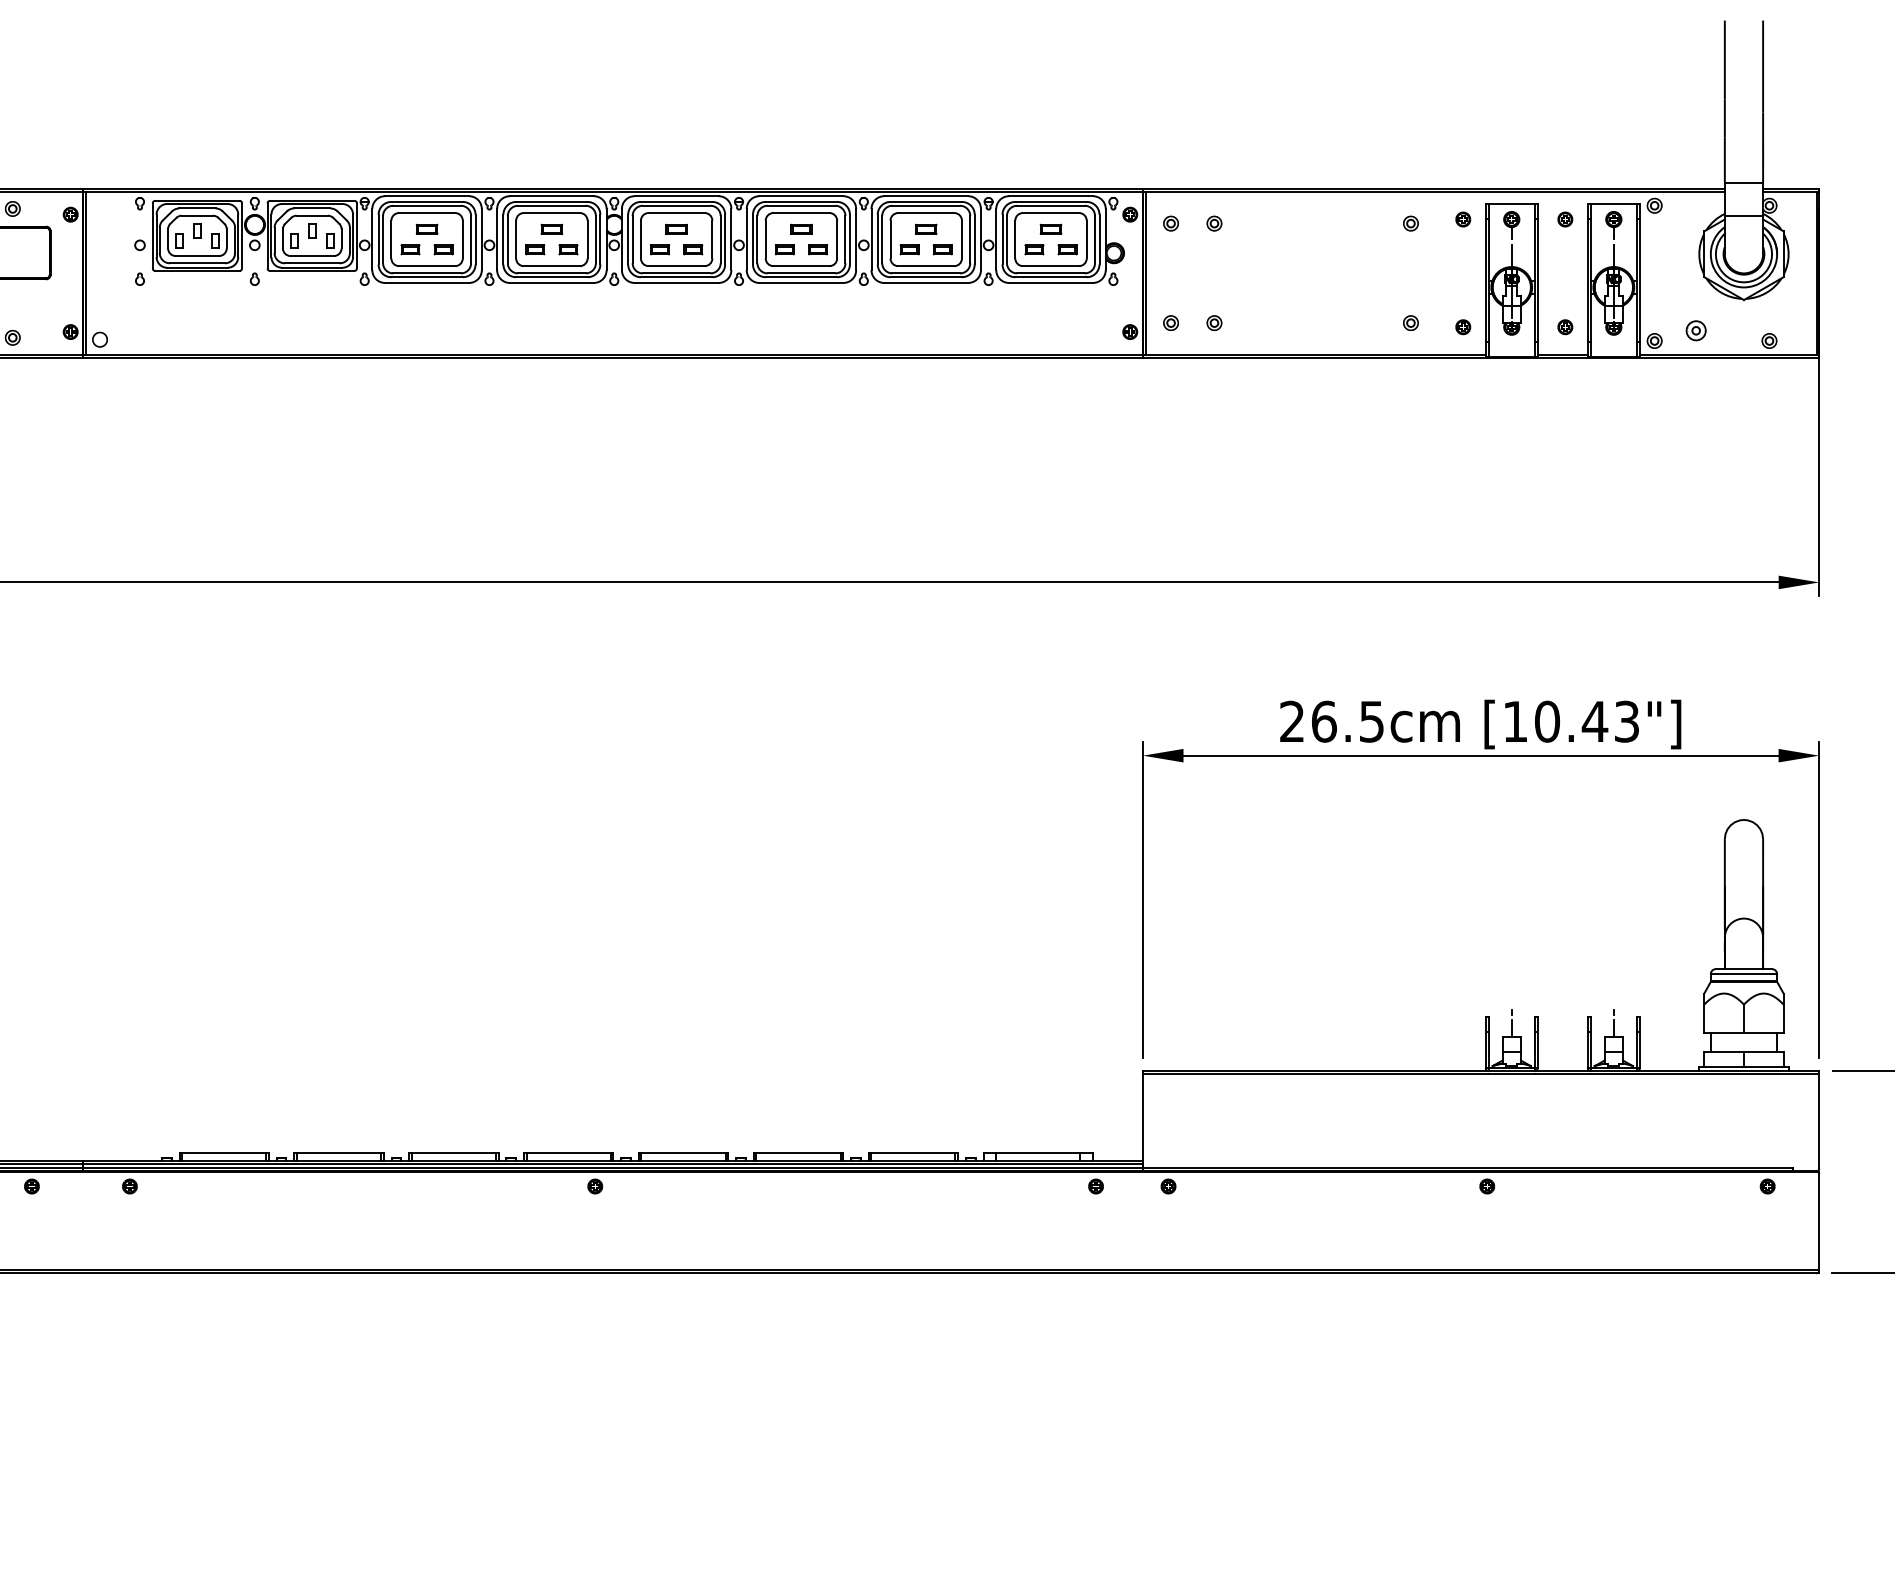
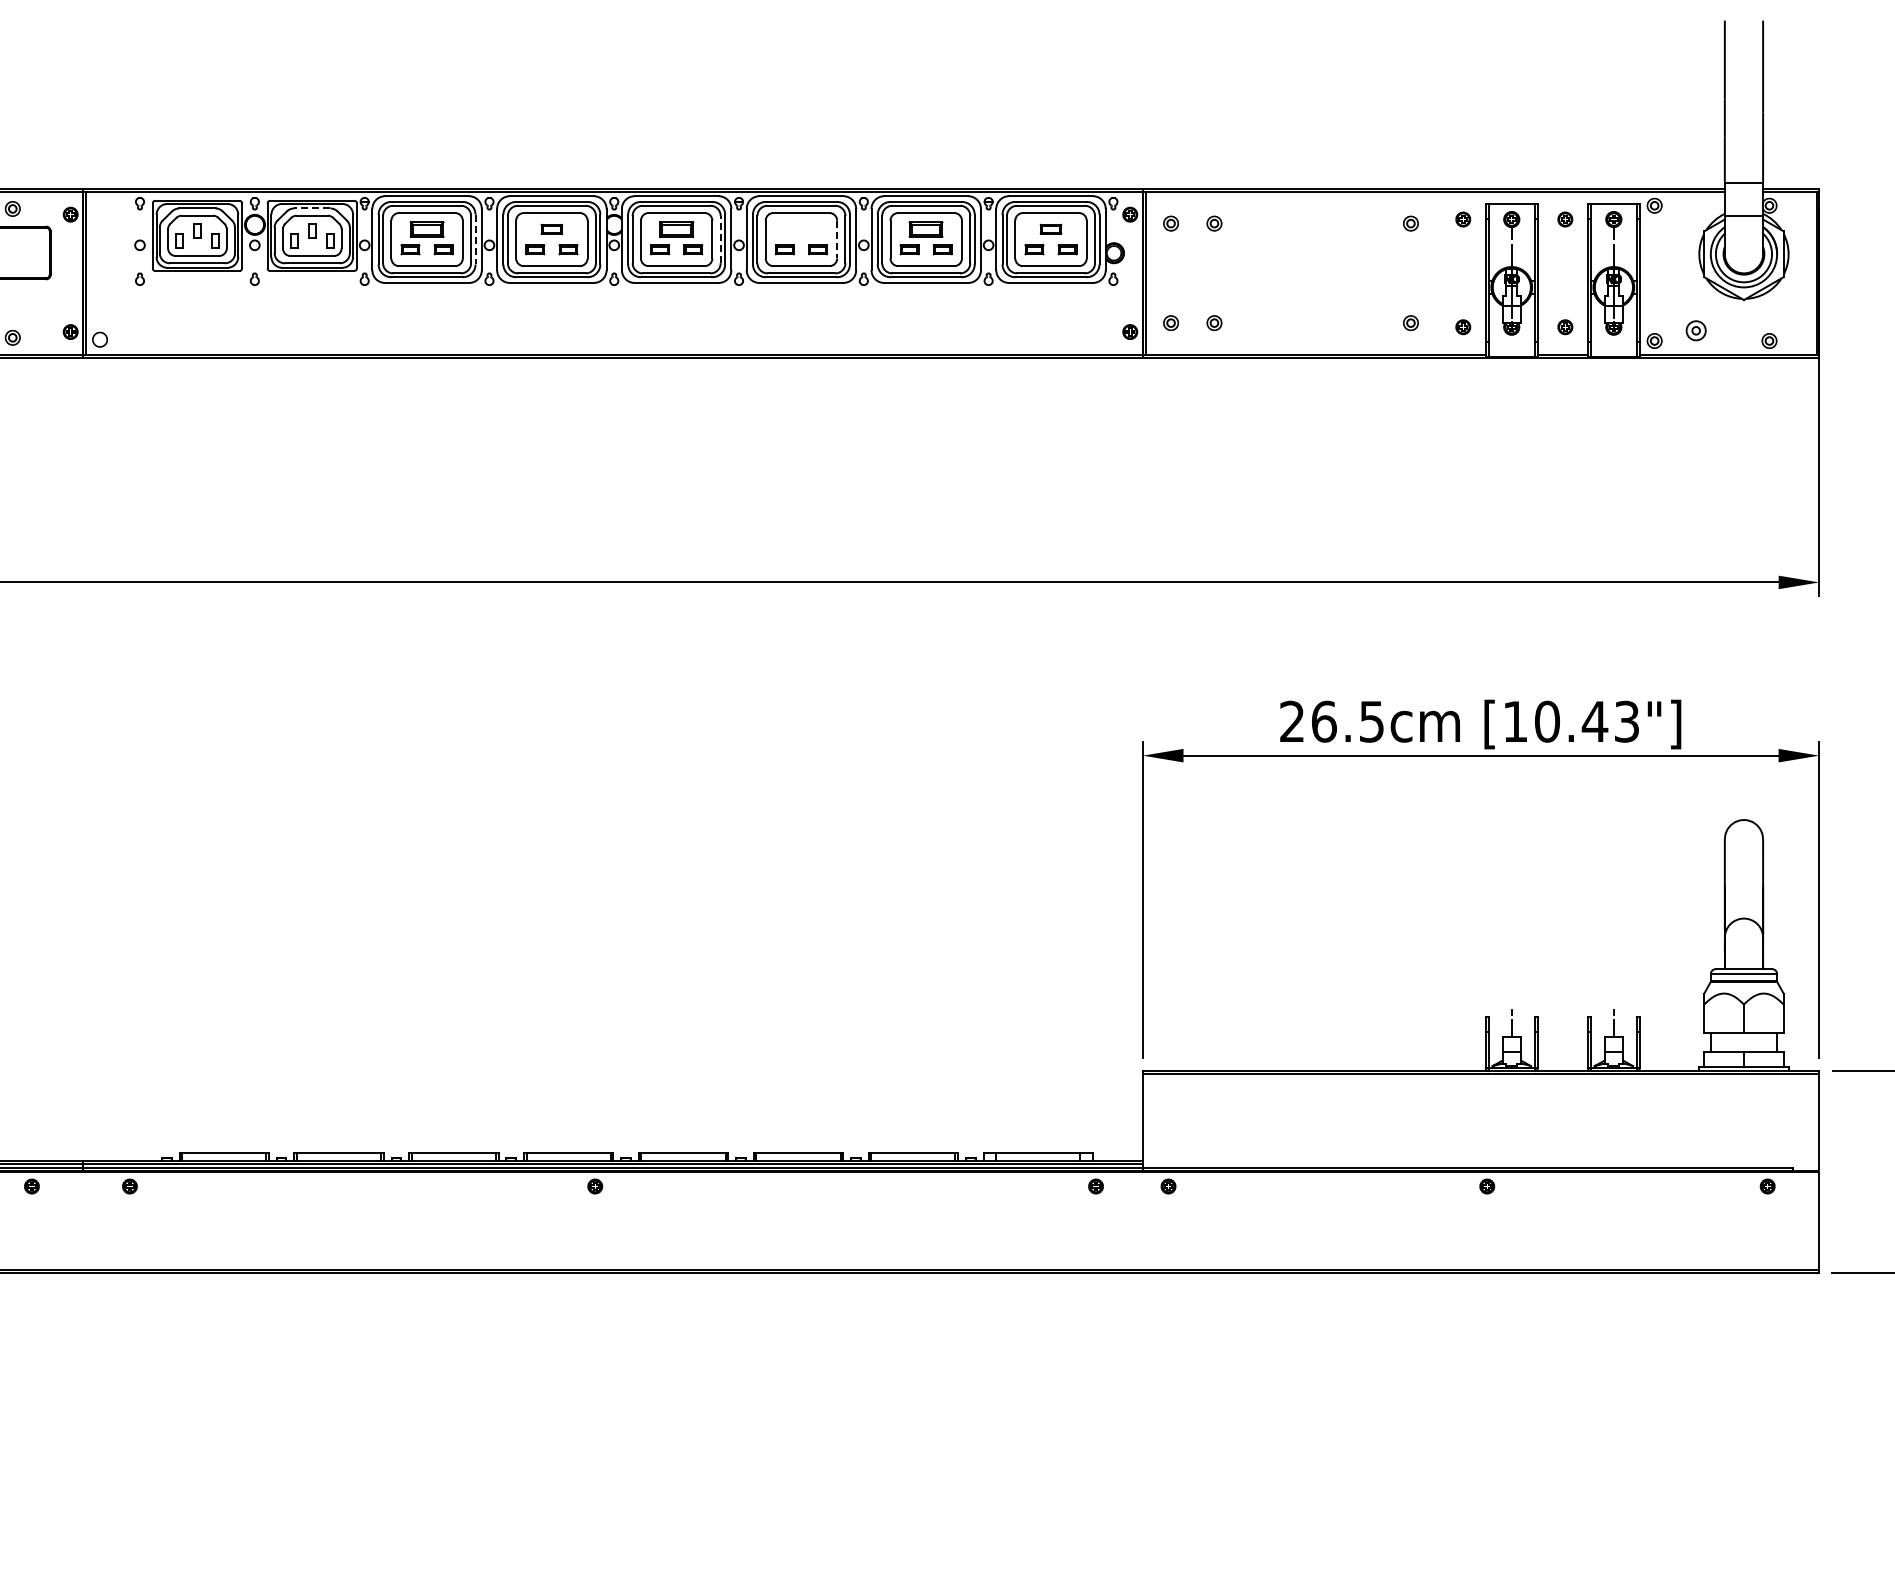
line at (311, 208): solid -> dashed
part at (426, 228) size: 24x12 px -> 36x17 px
part at (676, 228) size: 23x12 px -> 36x17 px
part at (801, 228): present -> none
part at (926, 228) size: 23x12 px -> 36x17 px
line at (475, 239): solid -> dashed
line at (720, 239): solid -> dashed
line at (837, 239): solid -> dashed
